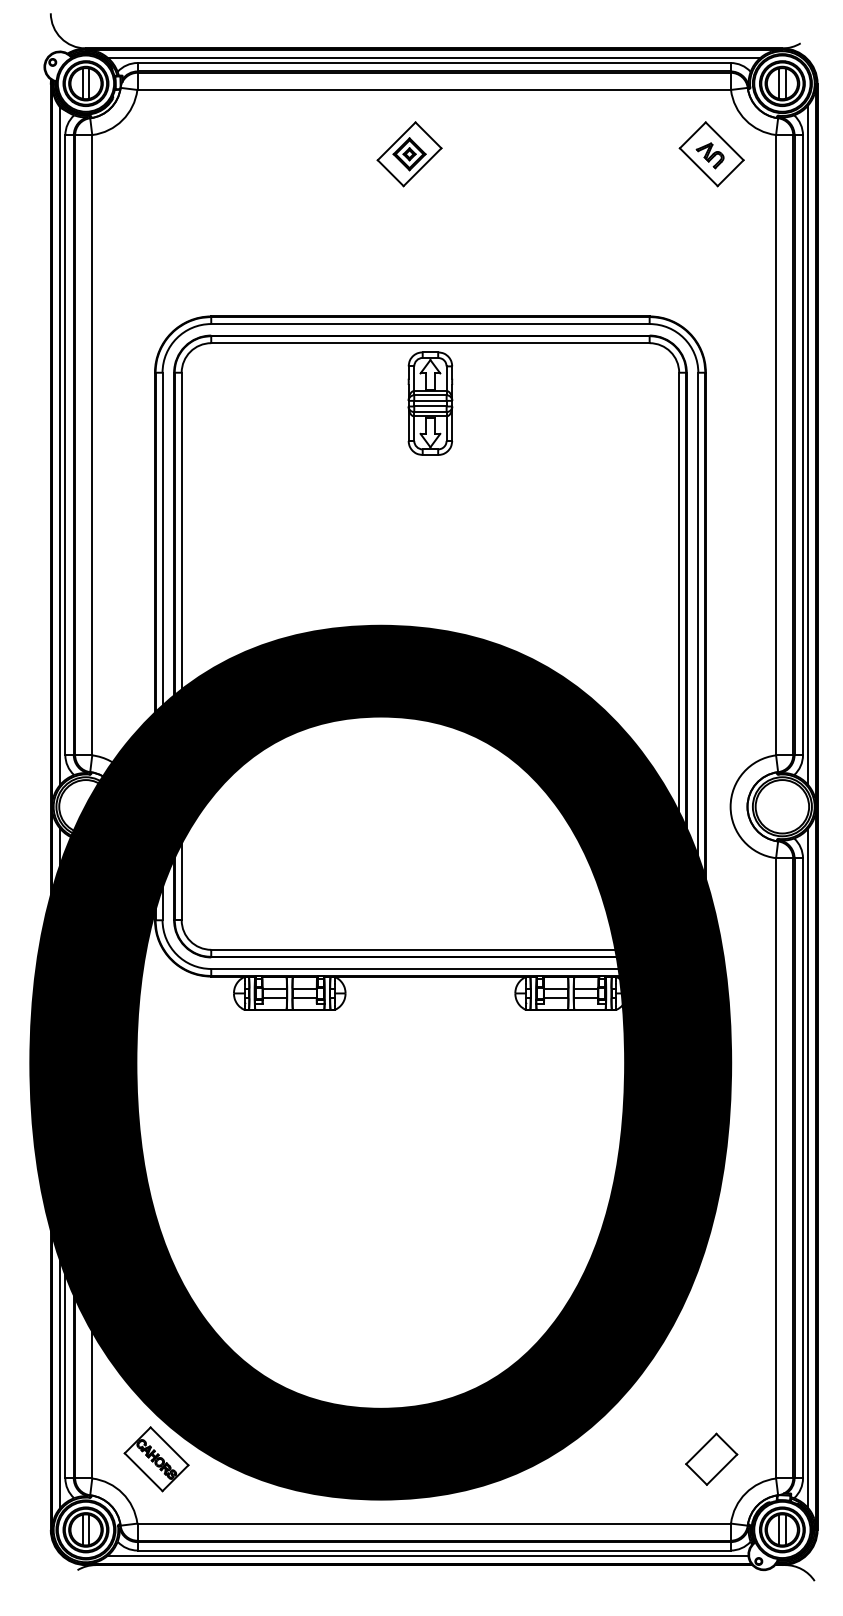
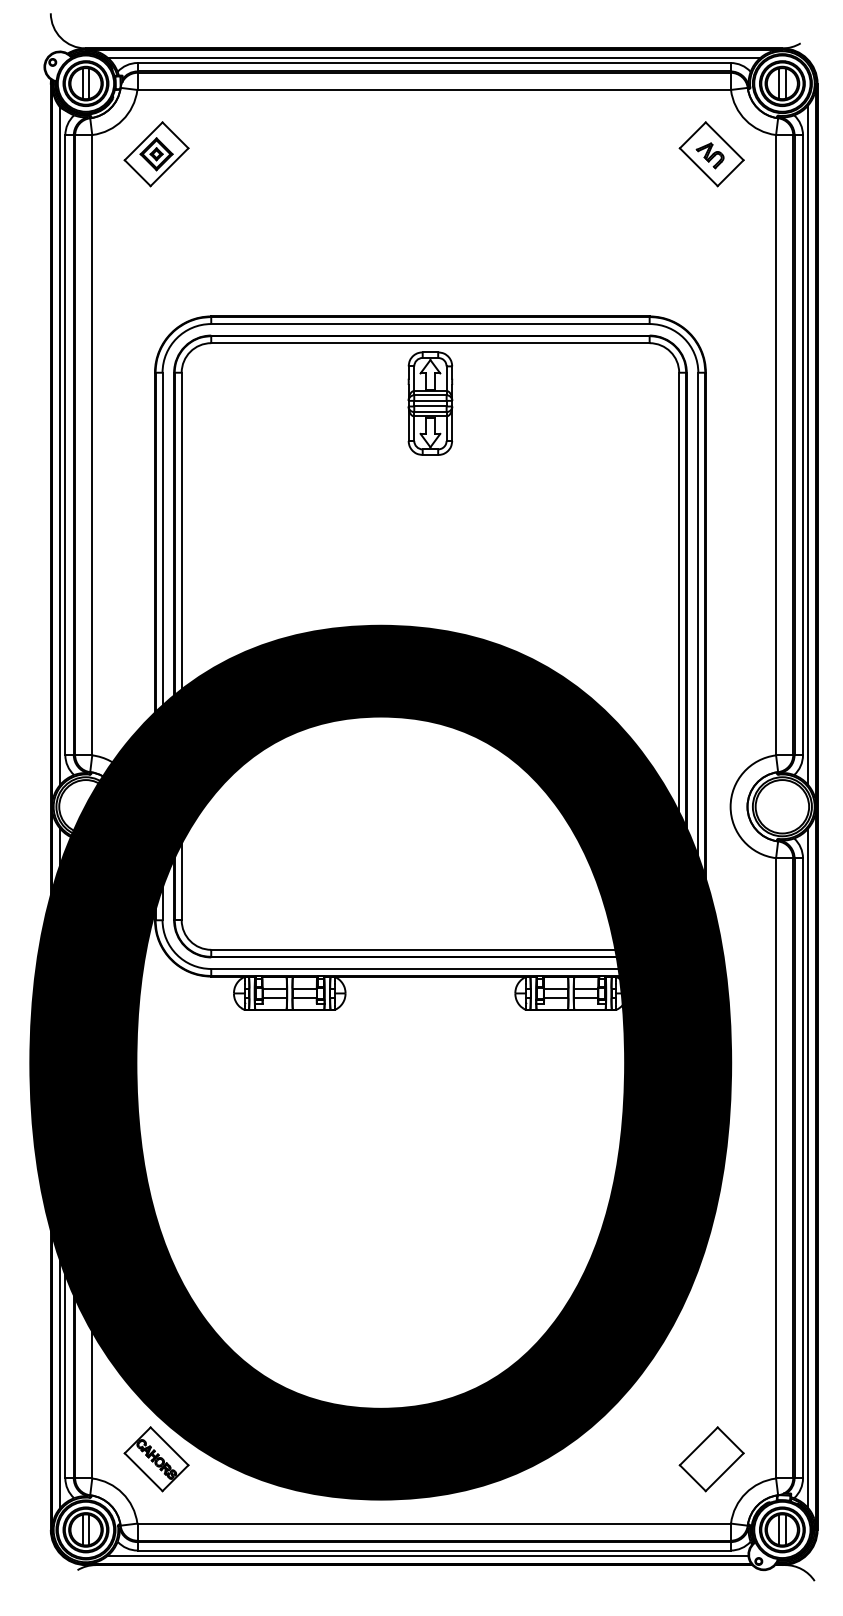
part at (409, 154) position: (409, 154) -> (156, 154)
part at (711, 1458) size: 54x54 px -> 67x67 px
